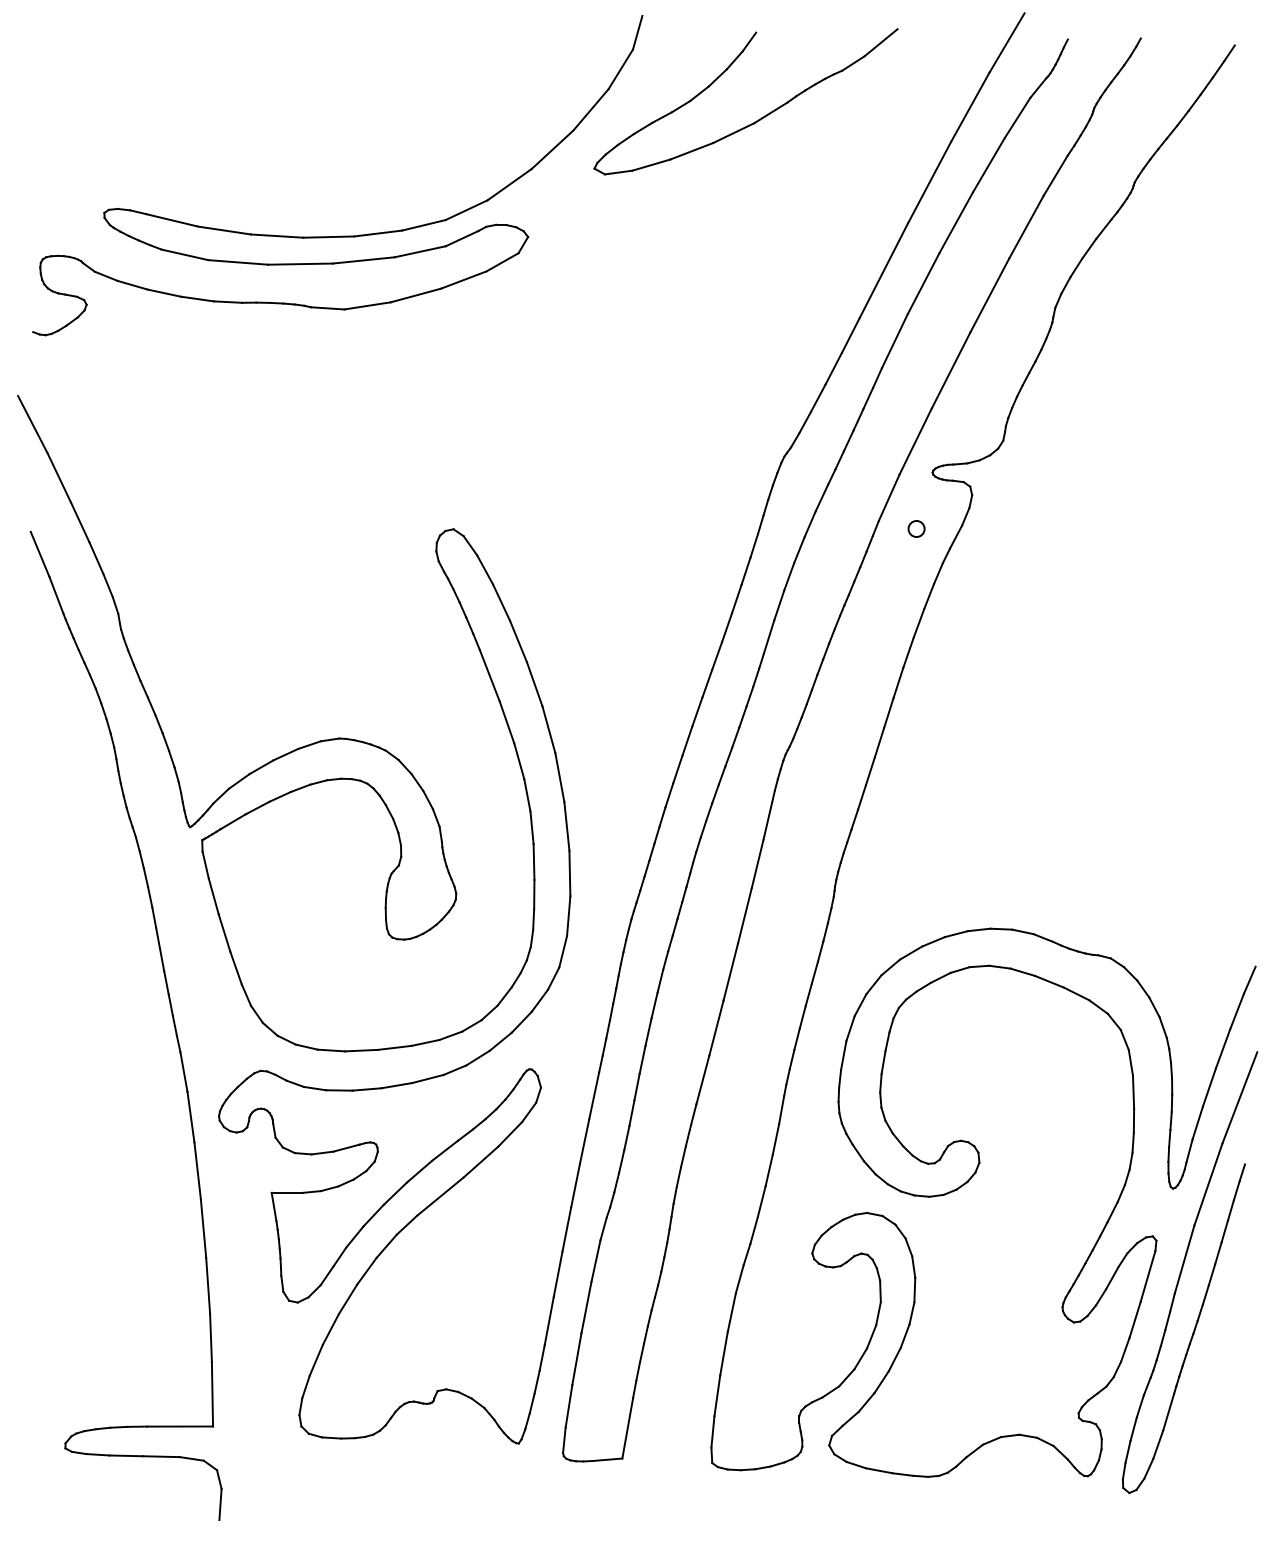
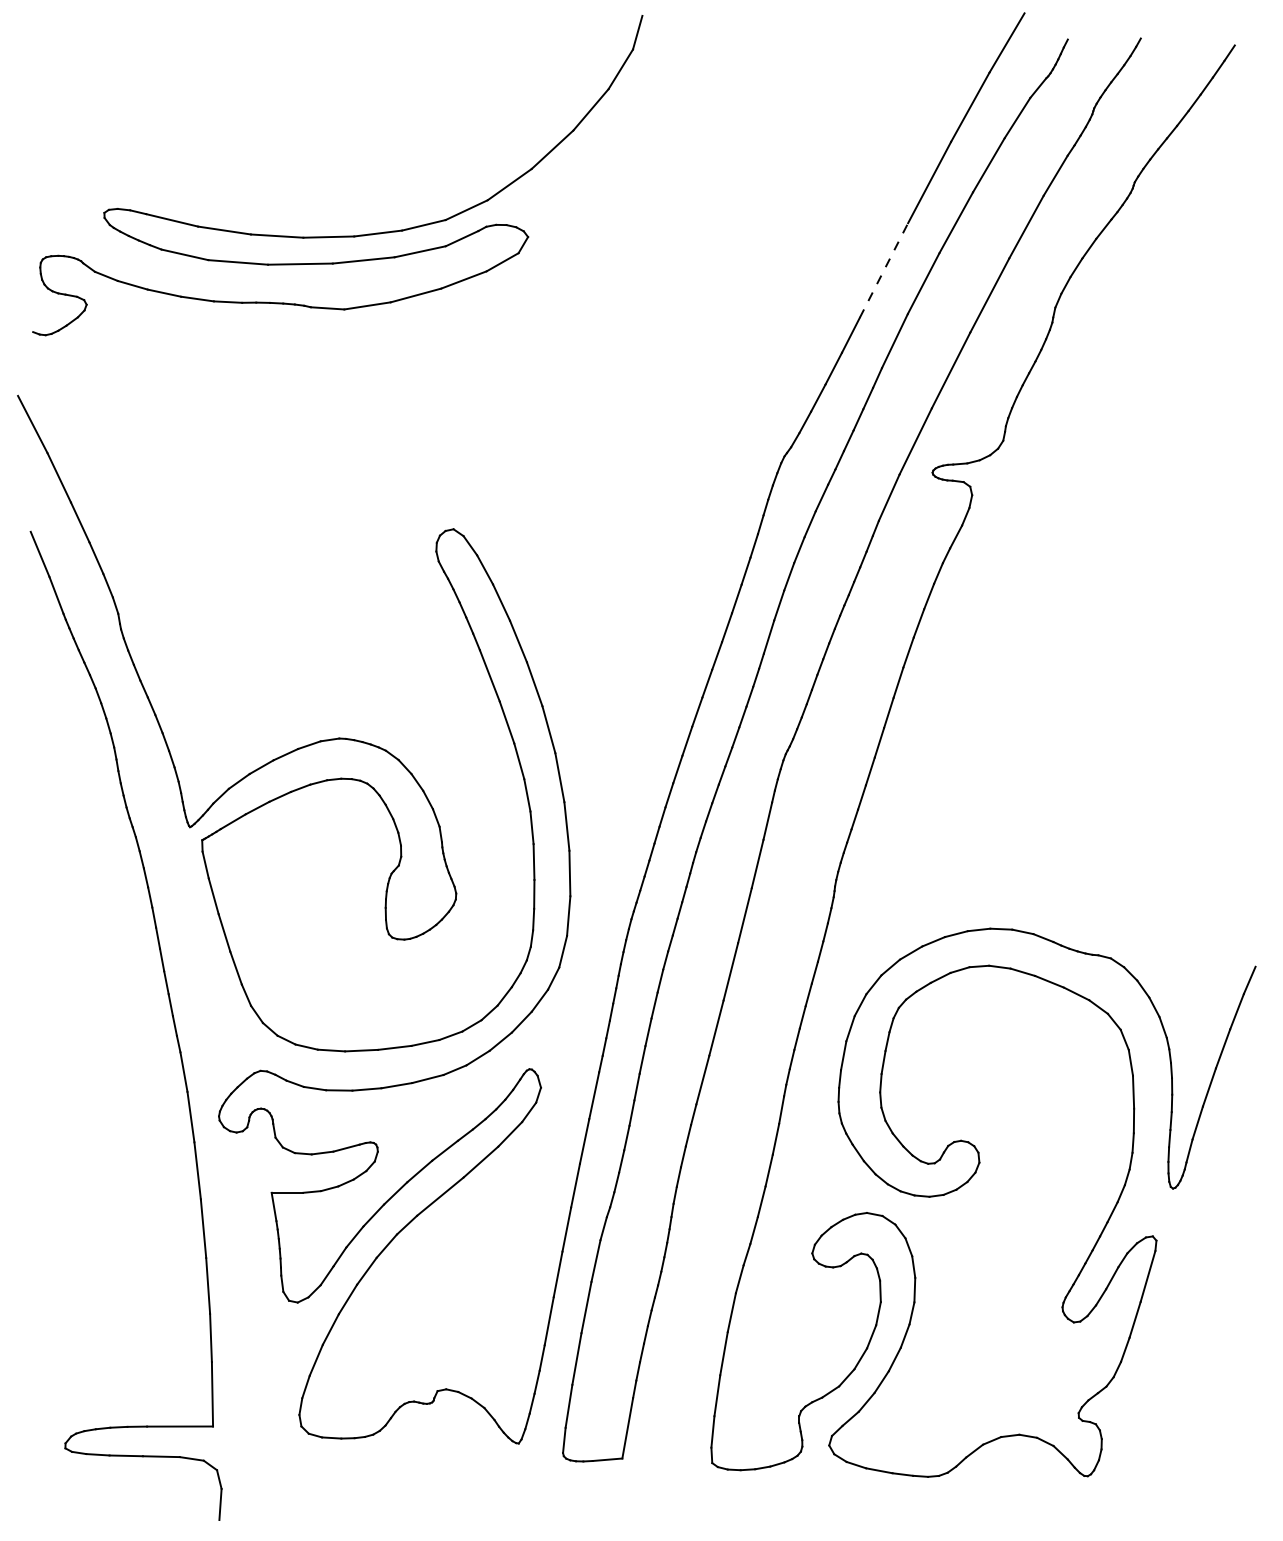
part at (756, 120): present -> none
line at (884, 270): solid -> dashed
circle at (916, 528): present -> none
part at (1182, 1271): present -> none
